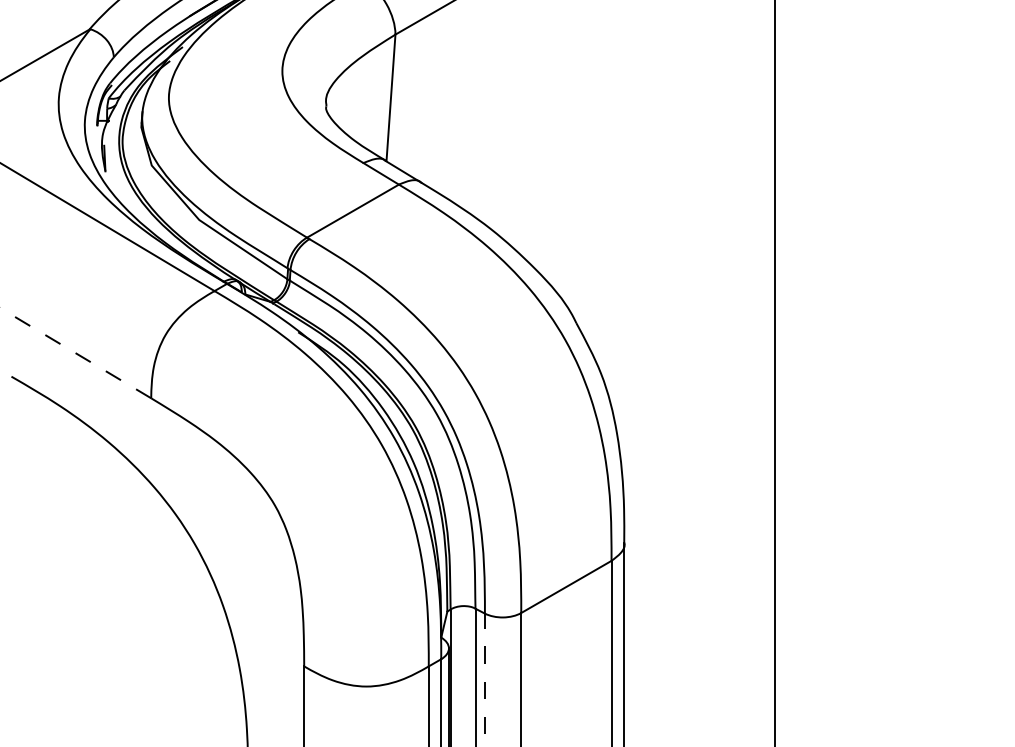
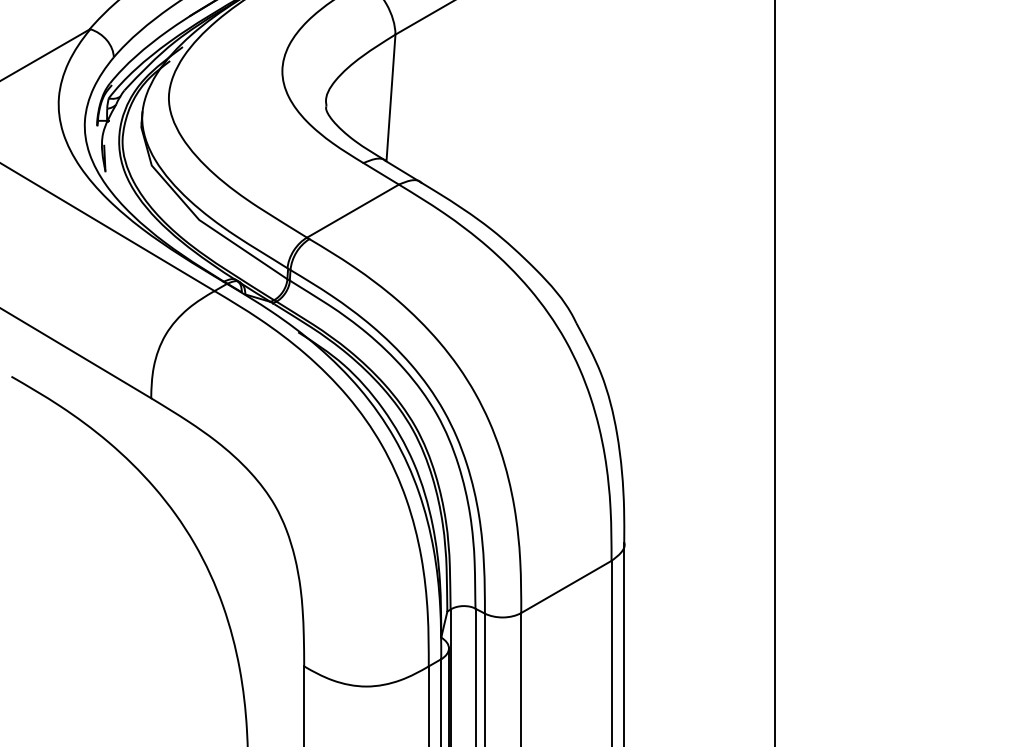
line at (75, 353): dashed -> solid
line at (484, 679): dashed -> solid
